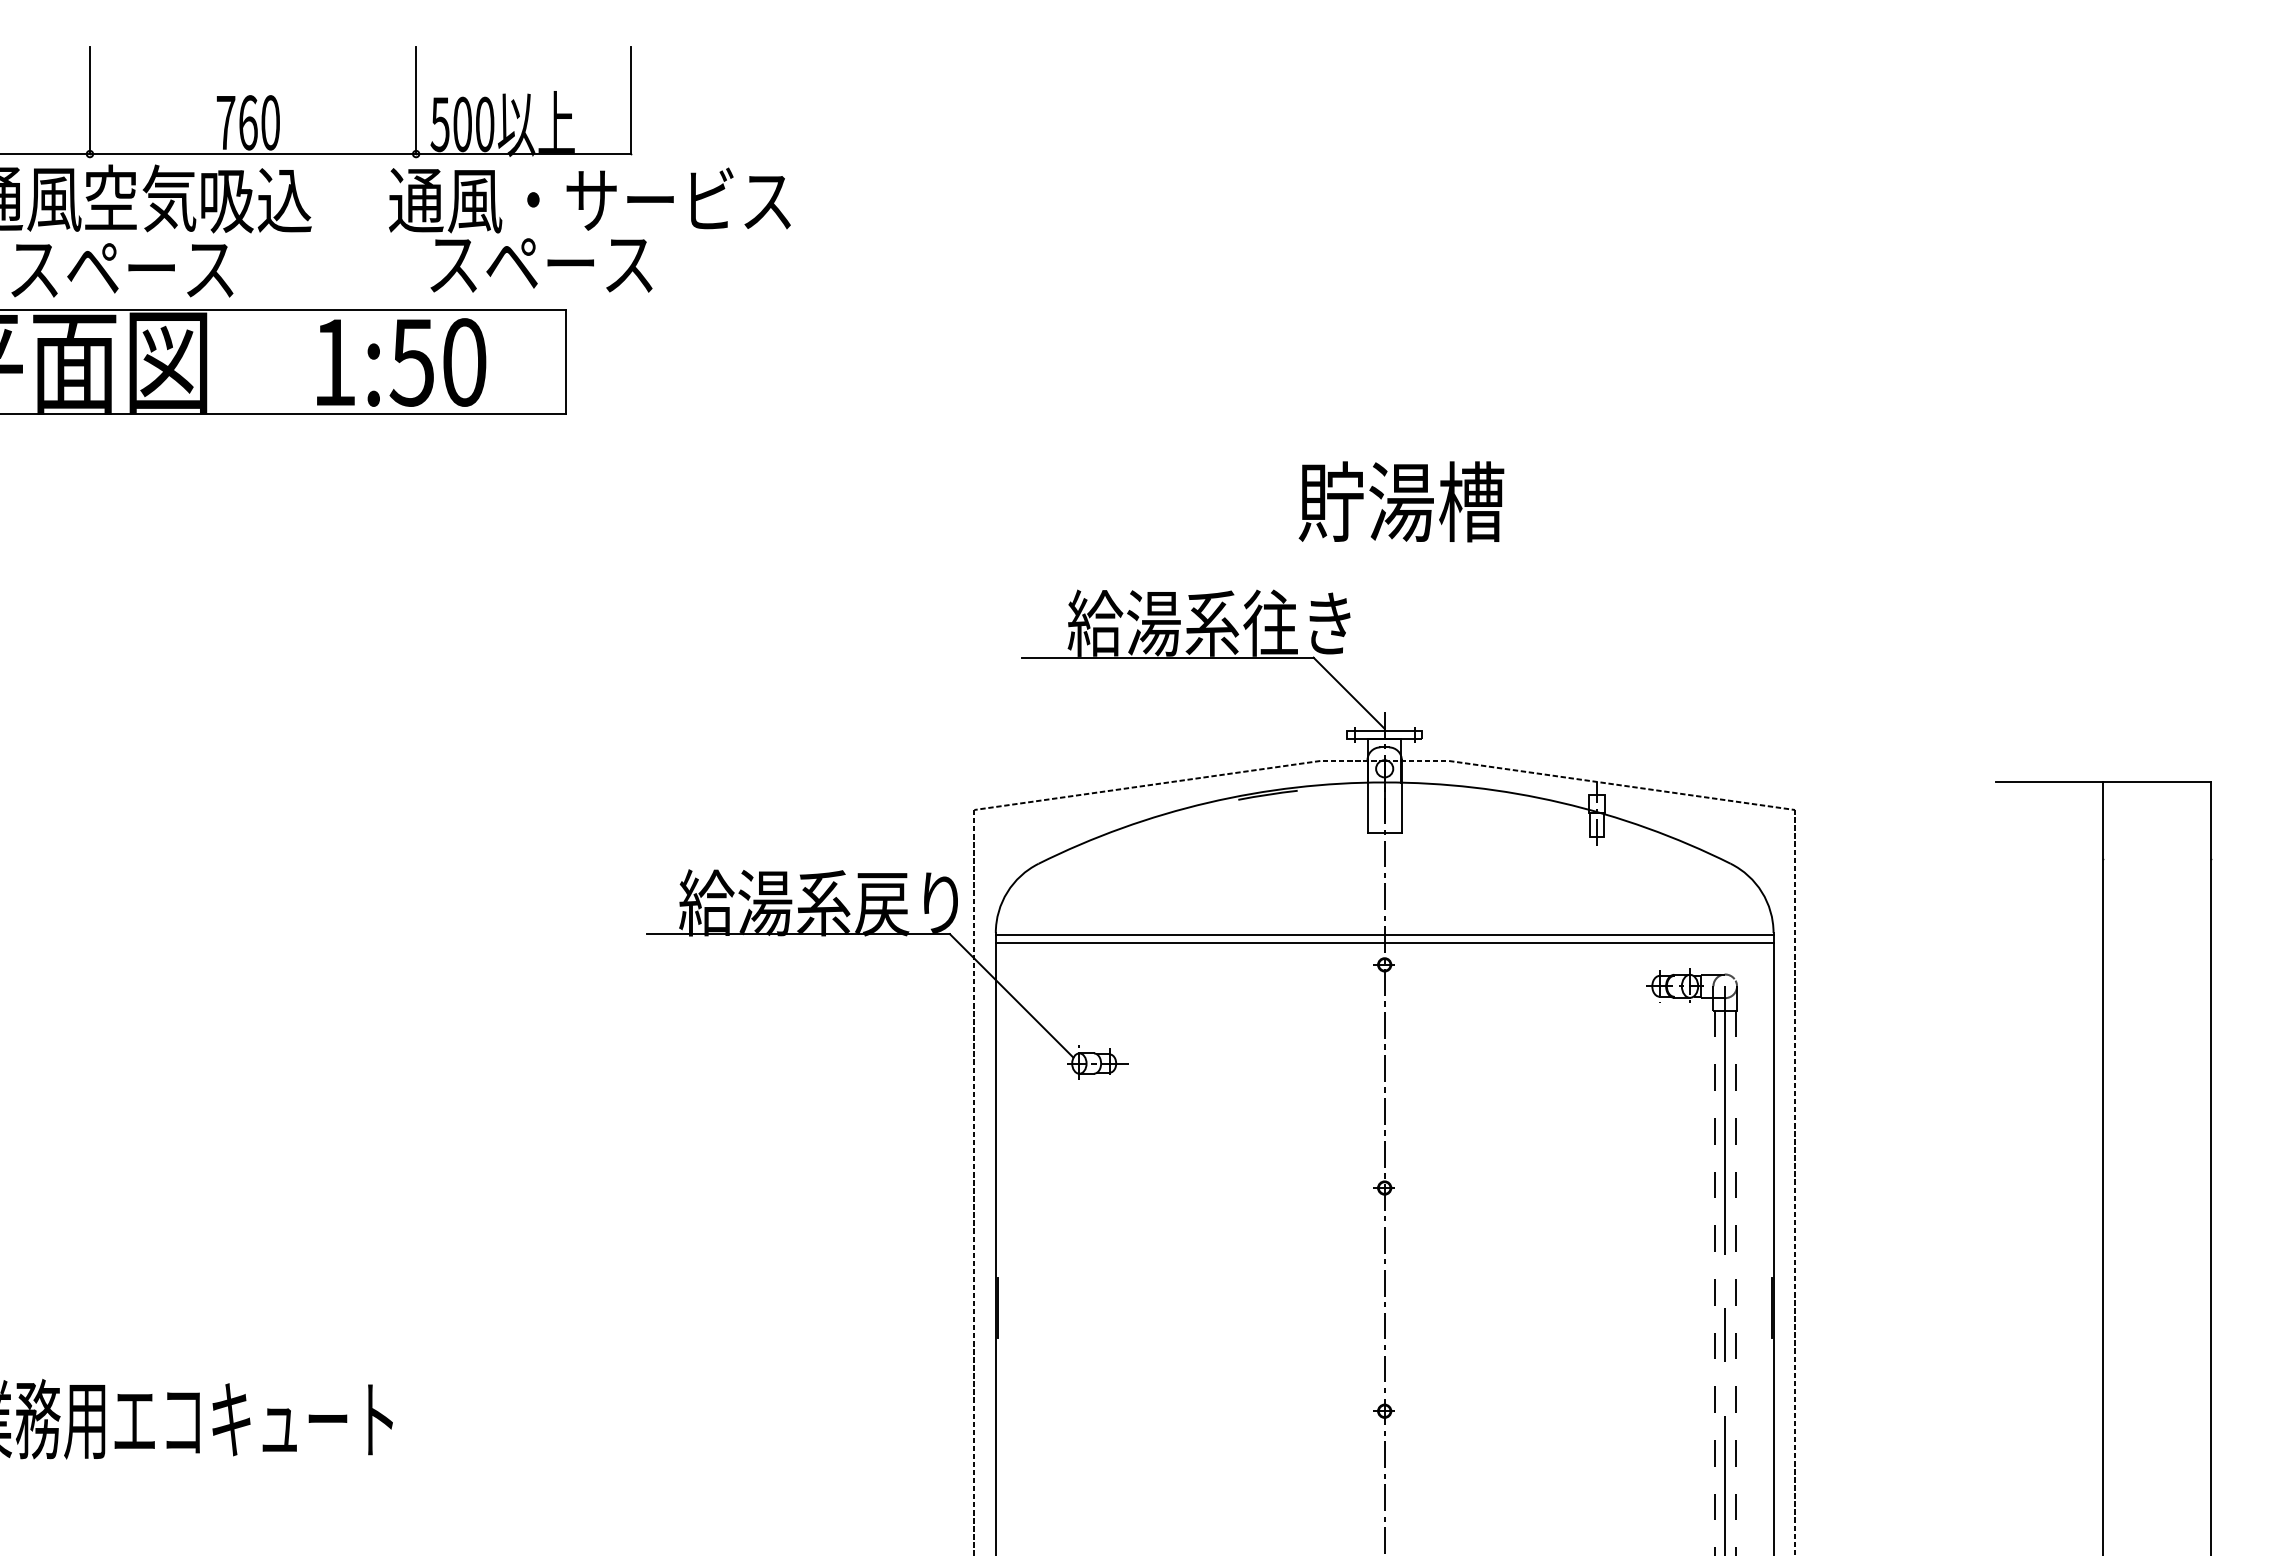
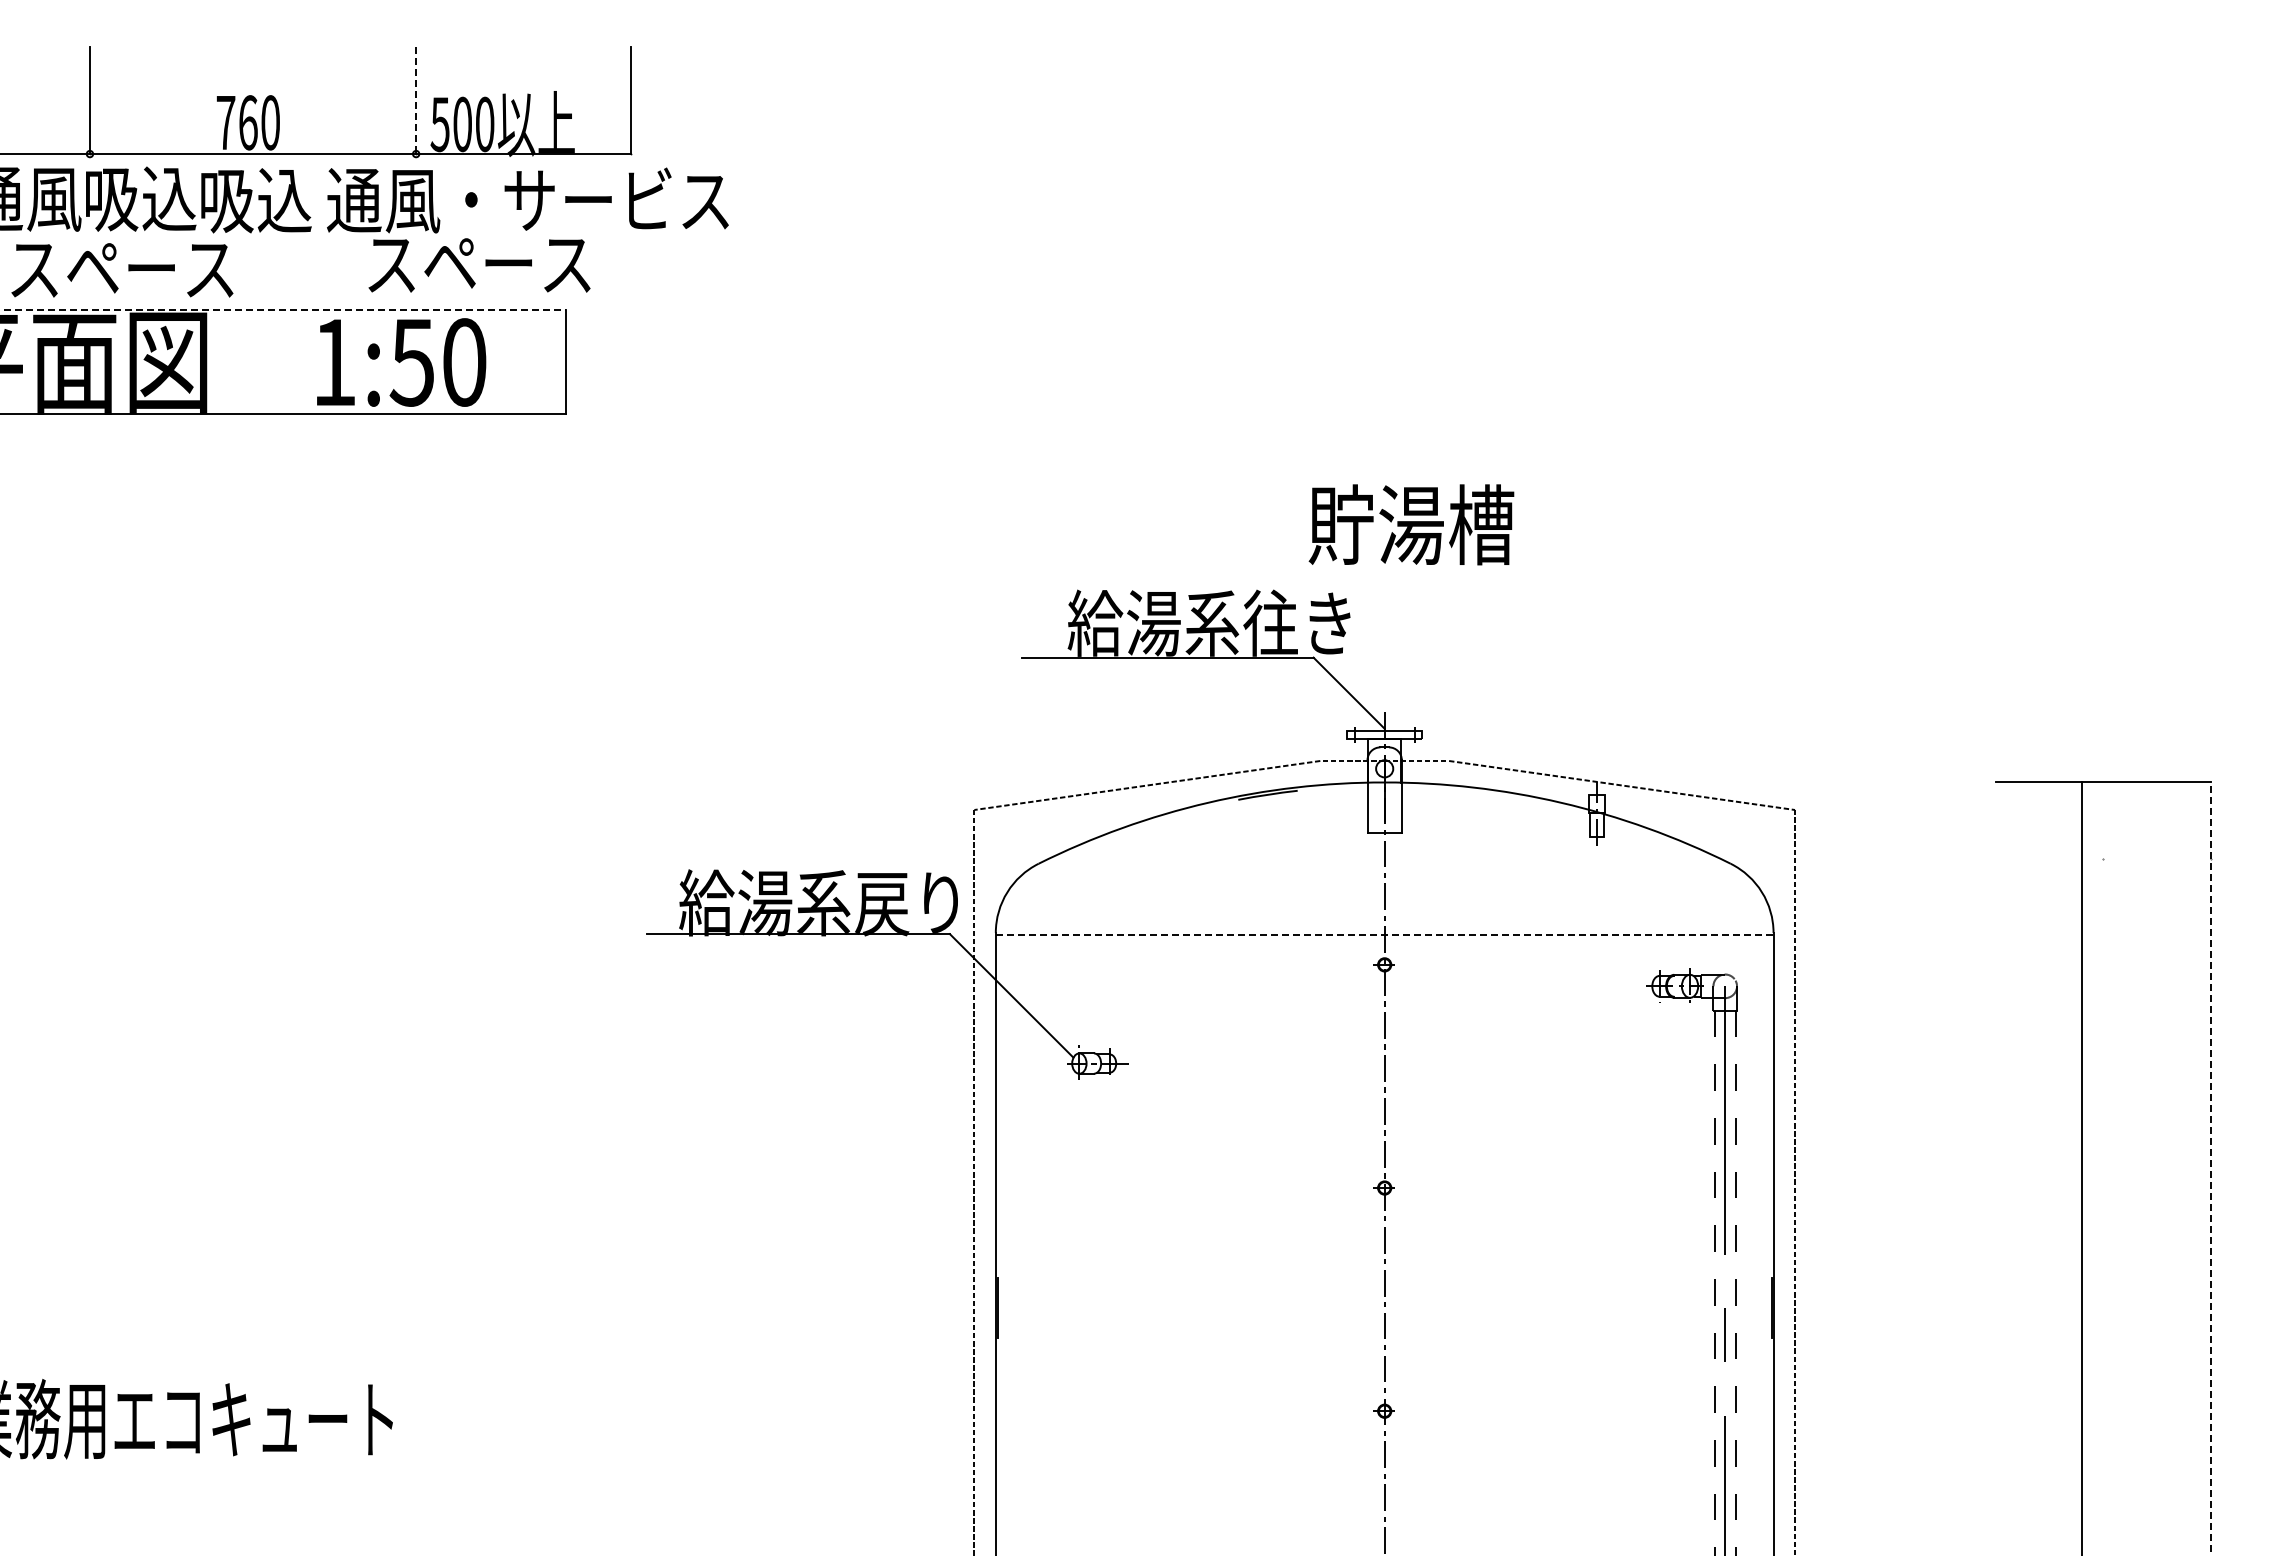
line at (416, 100): solid -> dashed
text at (140, 198): 空気 -> 吸込
text at (589, 229) position: (589, 229) -> (527, 229)
line at (282, 309): solid -> dashed
text at (1401, 501) position: (1401, 501) -> (1411, 524)
line at (1384, 934): solid -> dashed
line at (1384, 943): present -> none
line at (2103, 1167) position: (2103, 1167) -> (2082, 1167)
line at (2210, 1168): solid -> dashed
